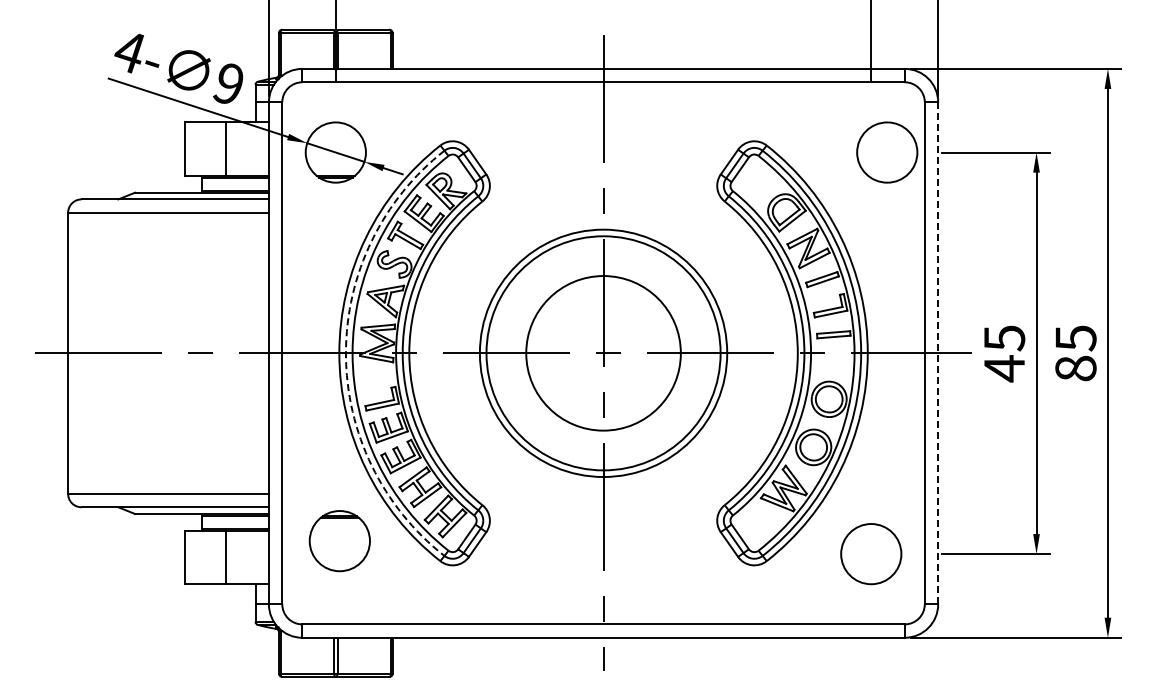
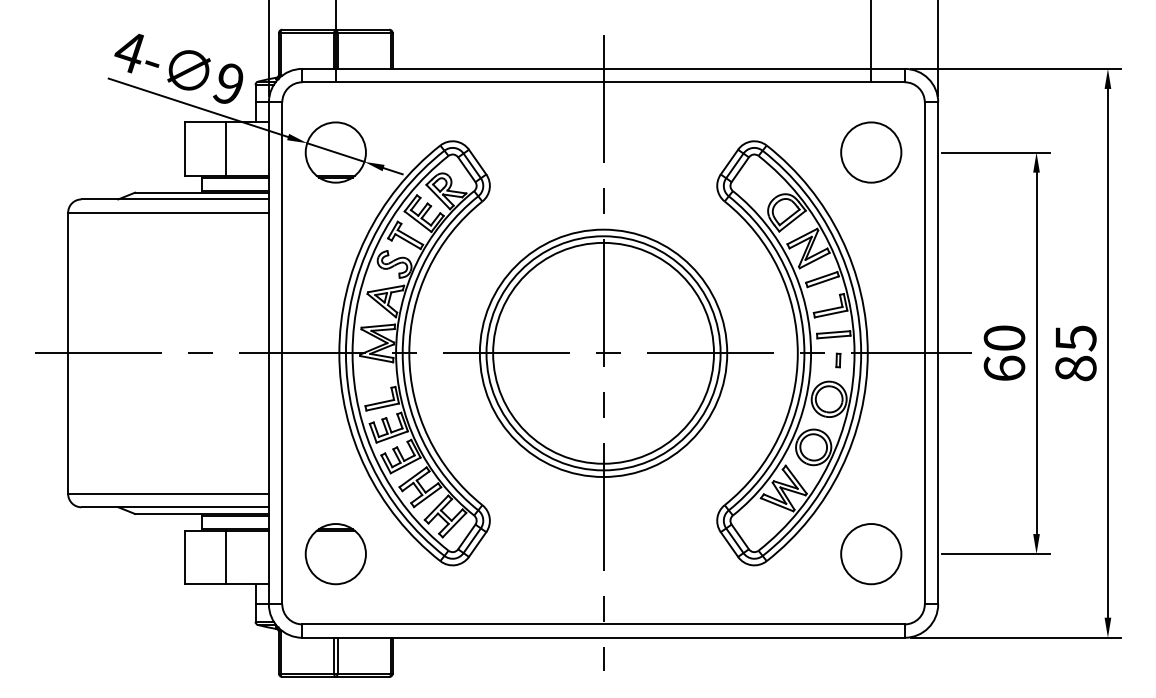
circle at (887, 152) position: (887, 152) -> (871, 152)
arc at (345, 353): dashed -> solid
circle at (603, 353) diameter: 155 px -> 221 px
line at (938, 353): dashed -> solid
text at (1004, 353): 45 -> 60
part at (838, 360): none -> present
part at (339, 541) position: (339, 541) -> (335, 554)
